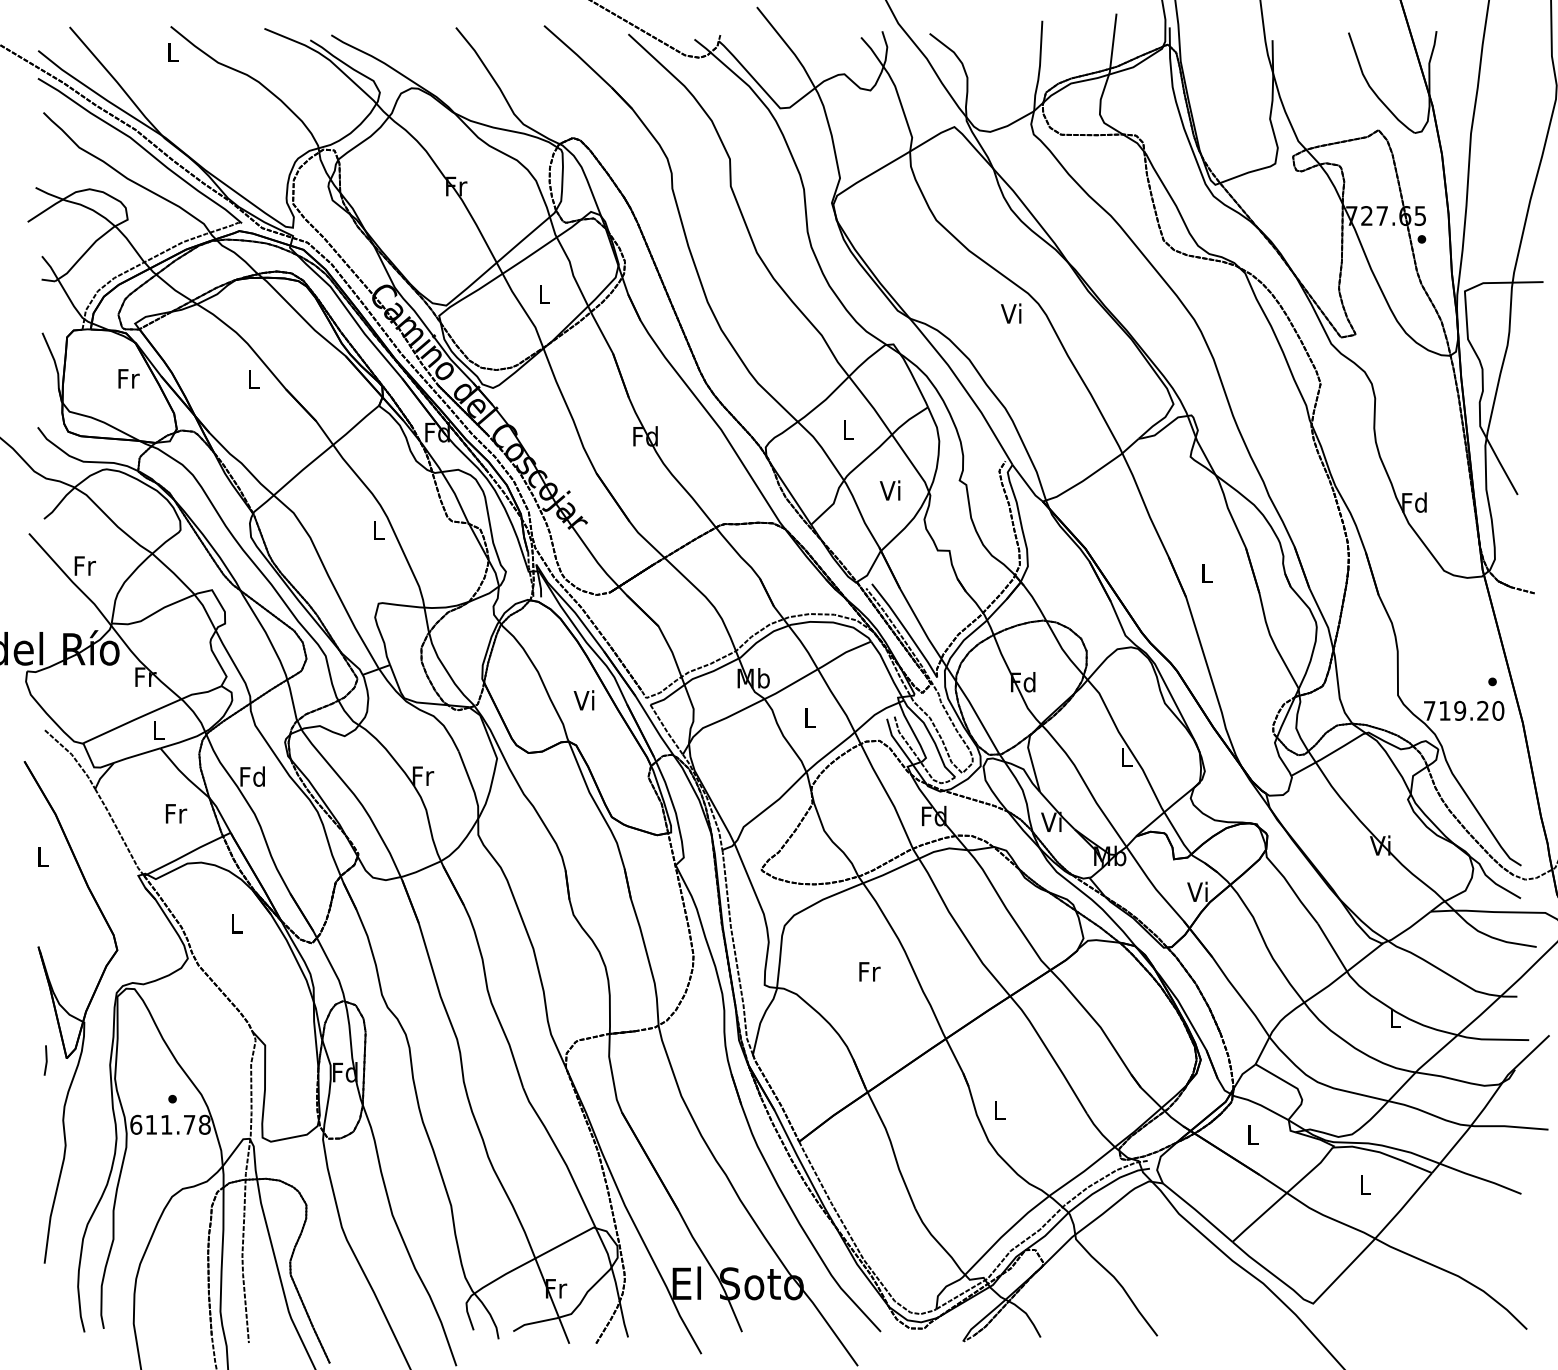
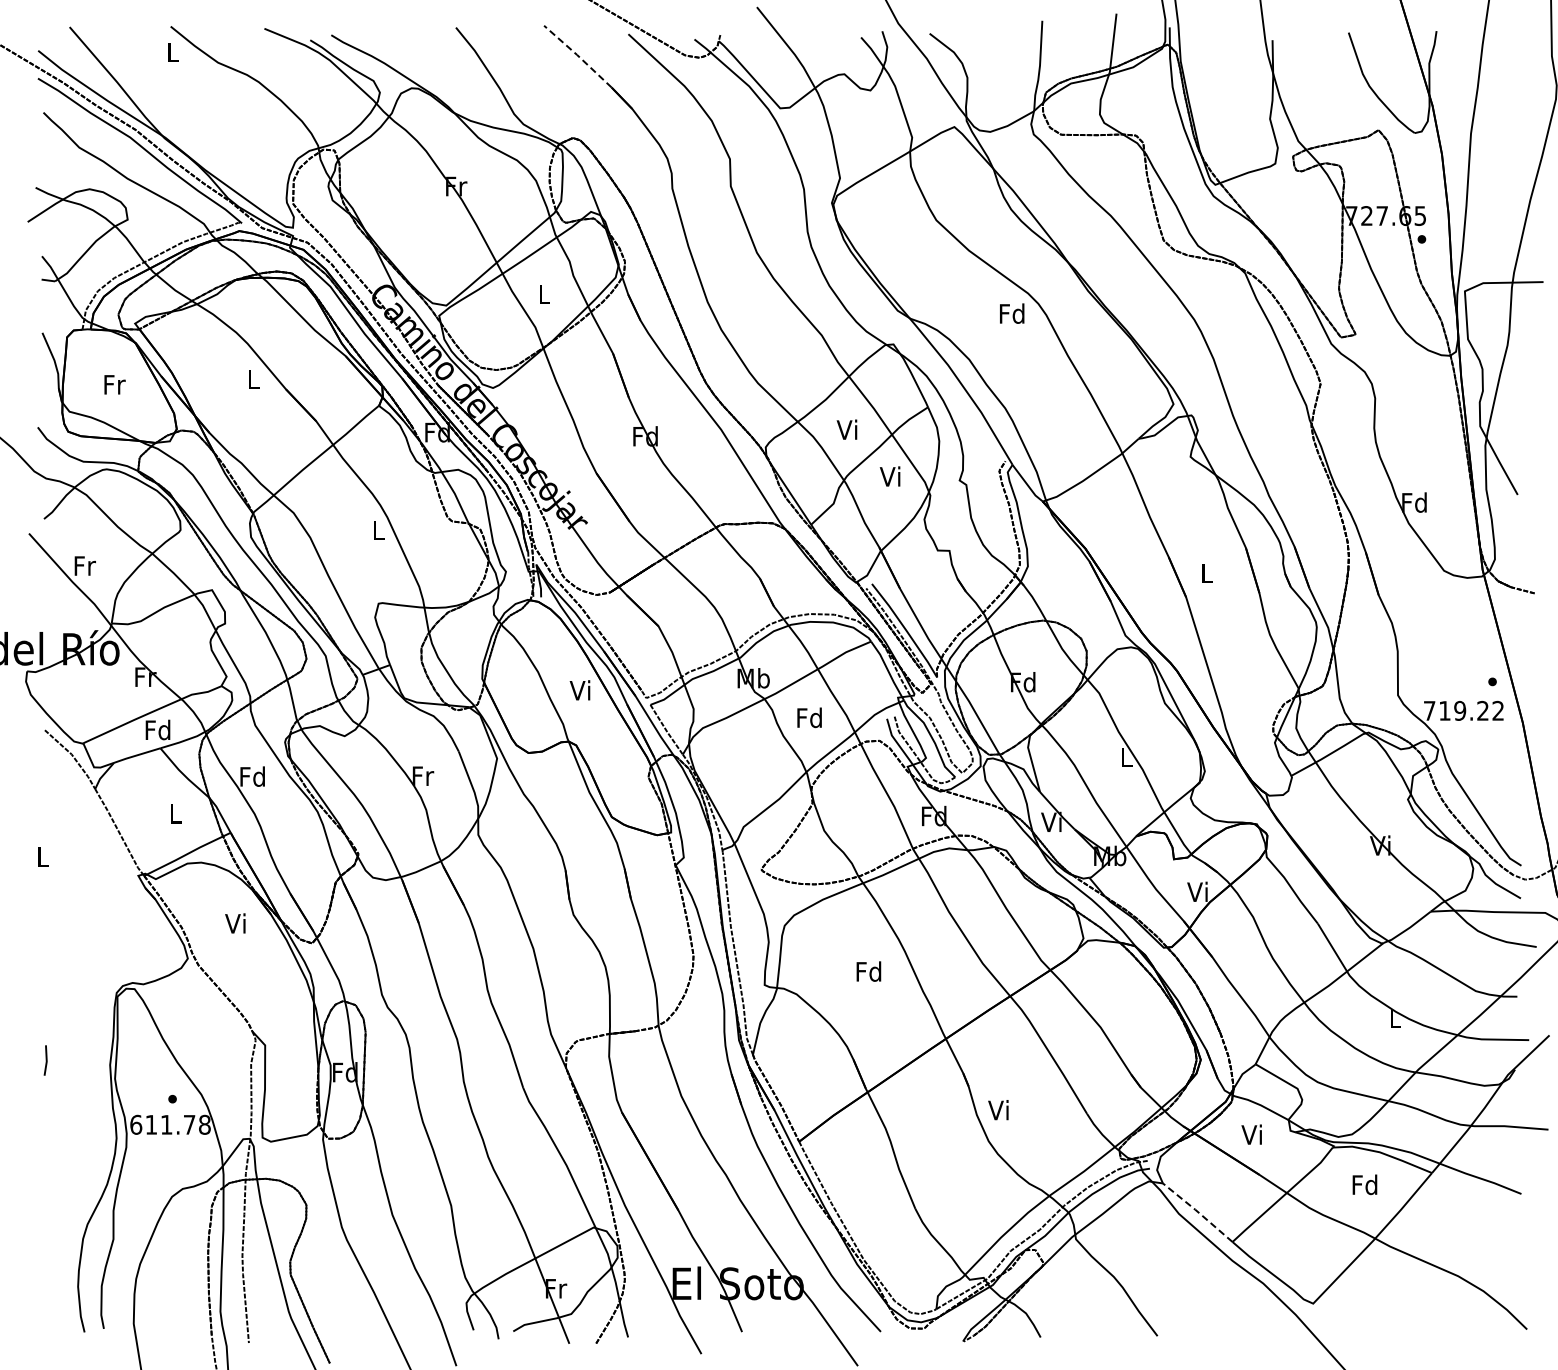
line at (577, 55): solid -> dashed
text at (1012, 313): Vi -> Fd
text at (128, 378) position: (128, 378) -> (114, 384)
text at (846, 429): L -> Vi
text at (889, 490) position: (889, 490) -> (889, 476)
text at (583, 700) position: (583, 700) -> (579, 690)
text at (1498, 710): 719.20 -> 719.22
text at (809, 717): L -> Fd
text at (157, 729): L -> Fd
text at (176, 813): Fr -> L
text at (235, 923): L -> Vi
text at (868, 971): Fr -> Fd
part at (70, 1012): present -> none
text at (998, 1110): L -> Vi
text at (1251, 1134): L -> Vi
text at (1364, 1184): L -> Fd
line at (1197, 1211): solid -> dashed
